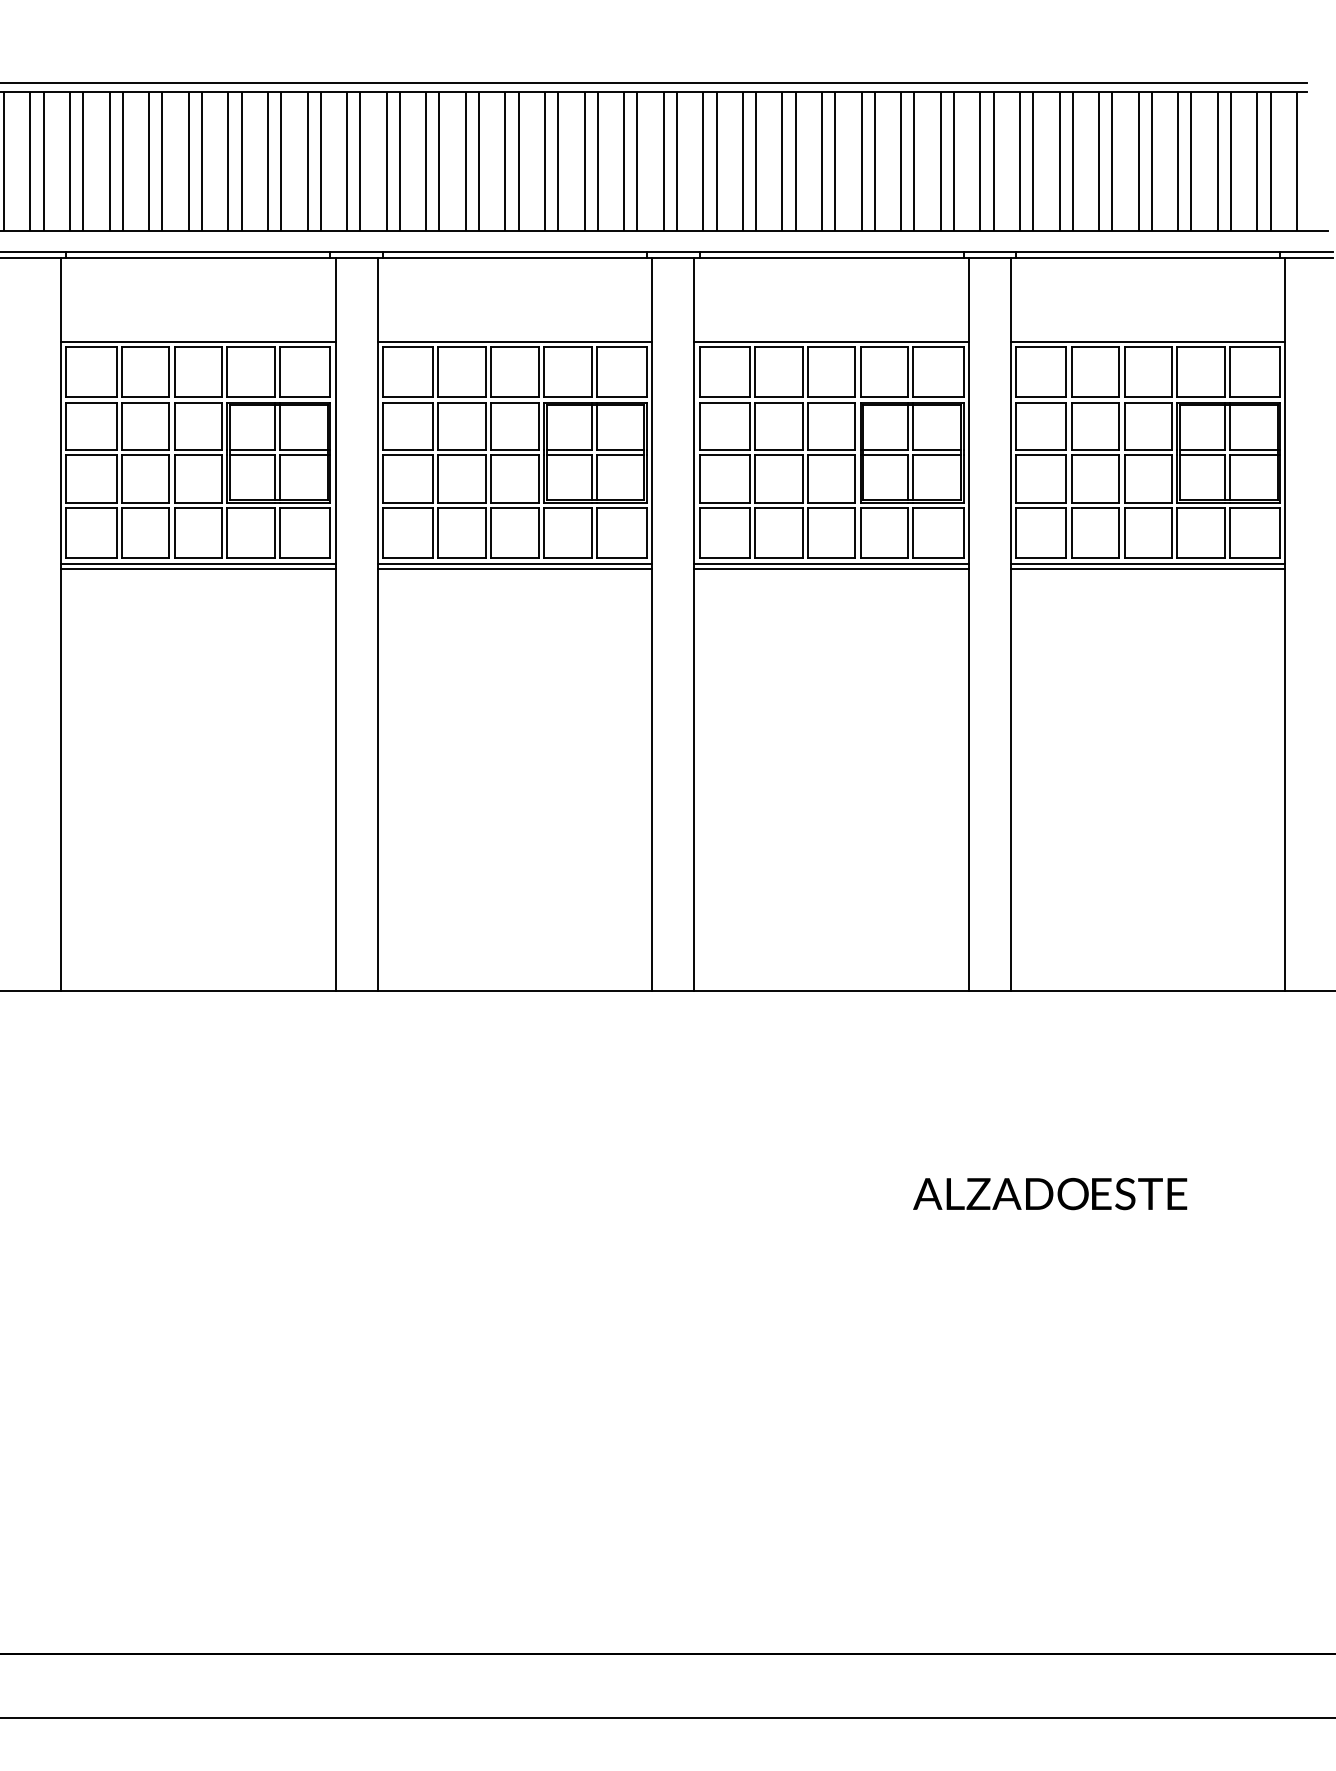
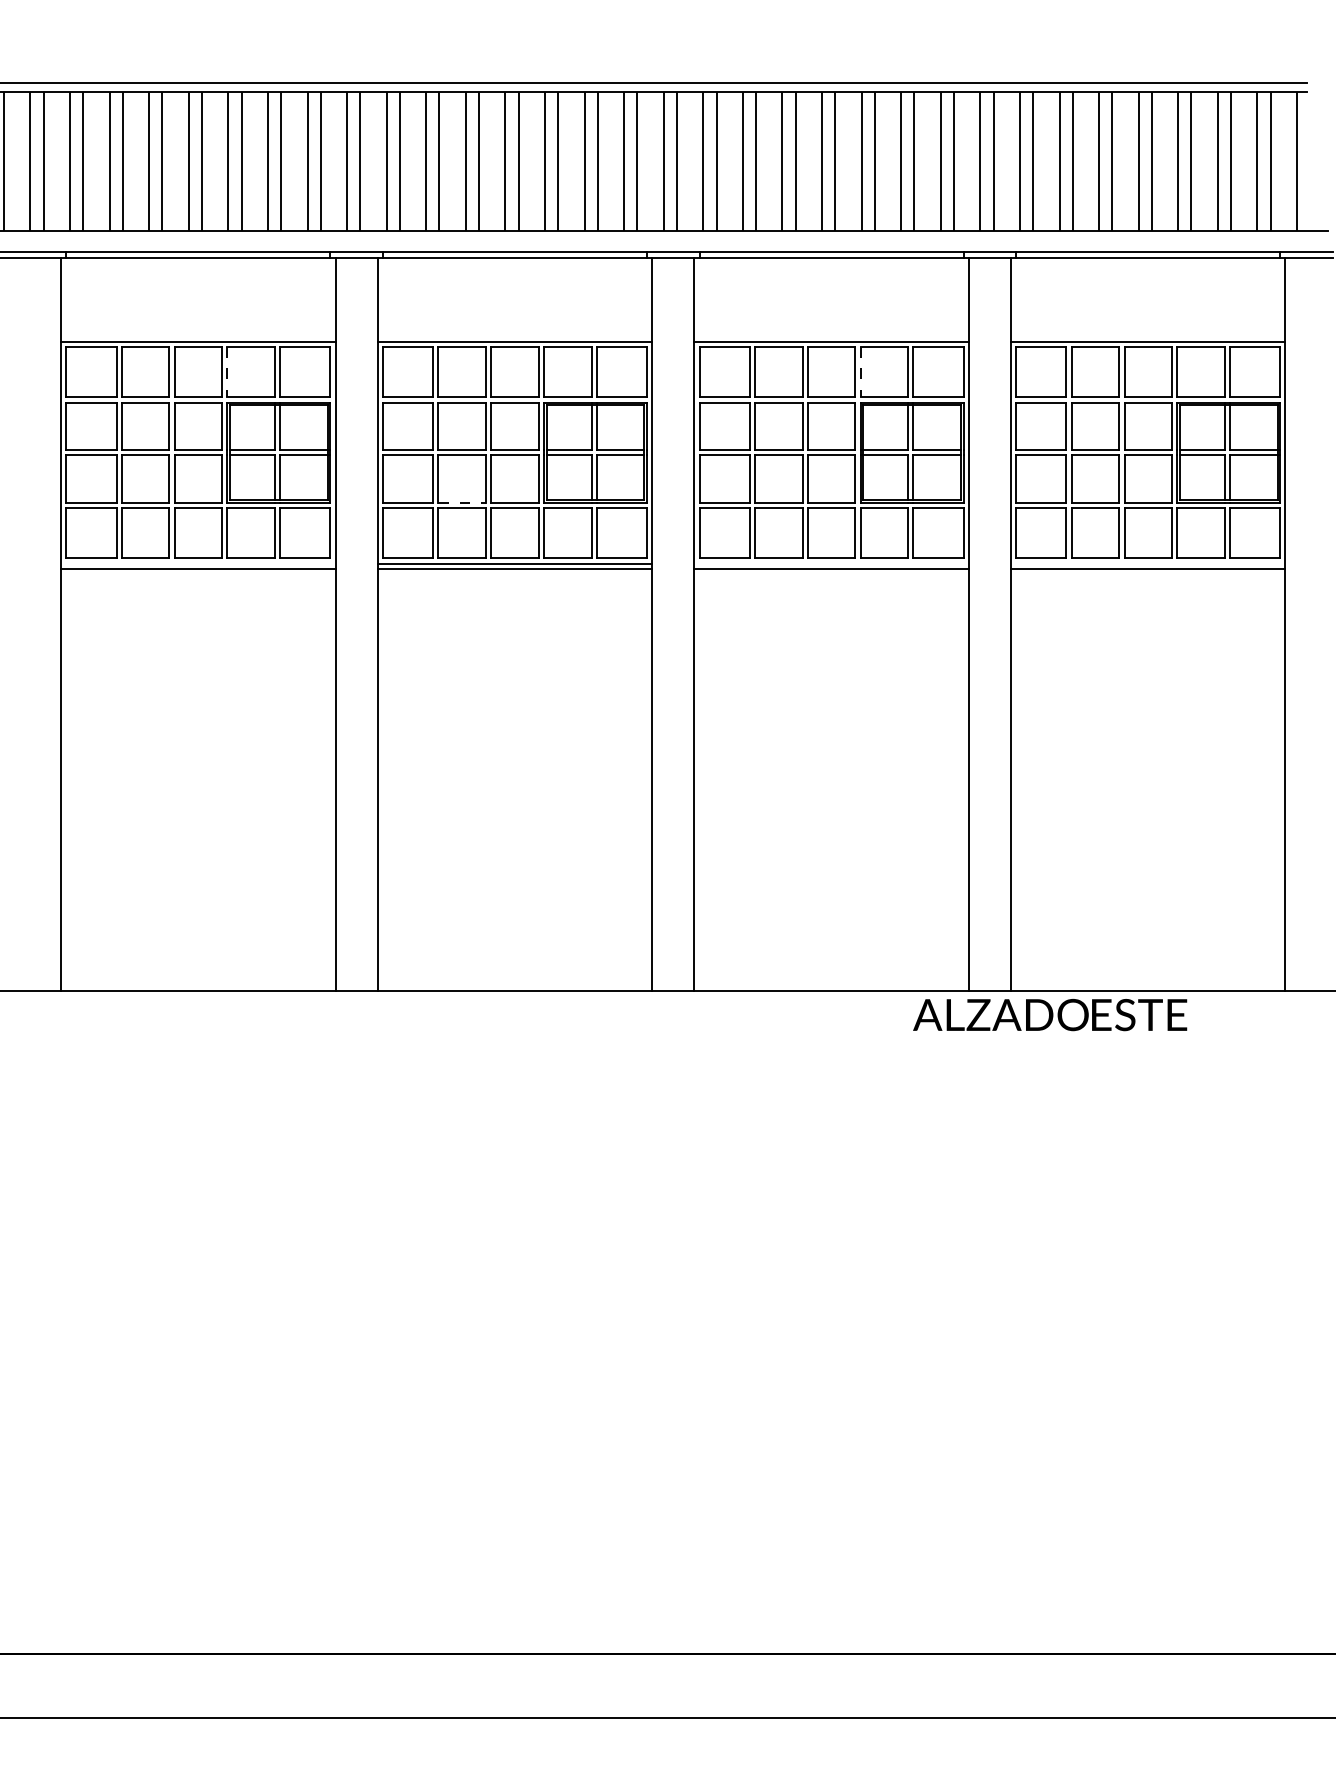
line at (227, 372): solid -> dashed
line at (860, 372): solid -> dashed
line at (462, 502): solid -> dashed
line at (198, 563): present -> none
line at (831, 563): present -> none
line at (1148, 563): present -> none
text at (1050, 1194) position: (1050, 1194) -> (1050, 1015)
